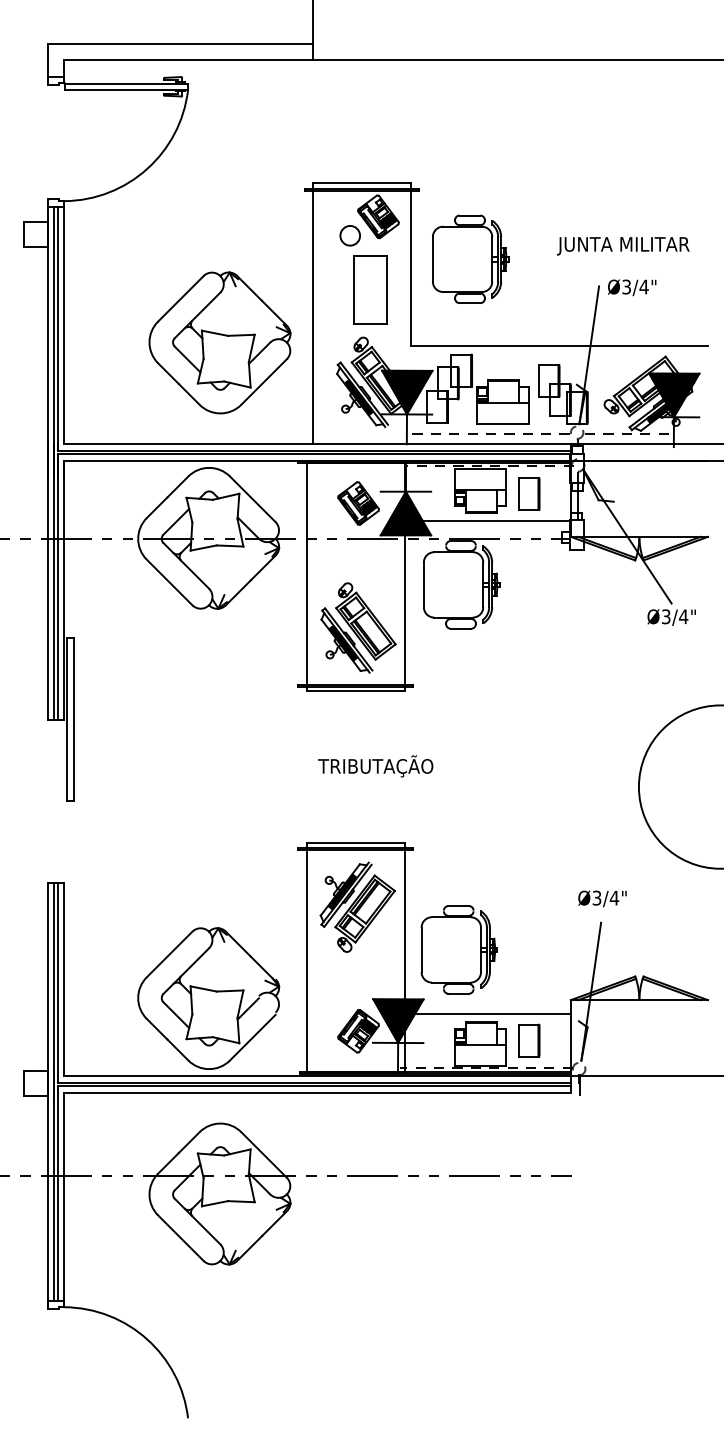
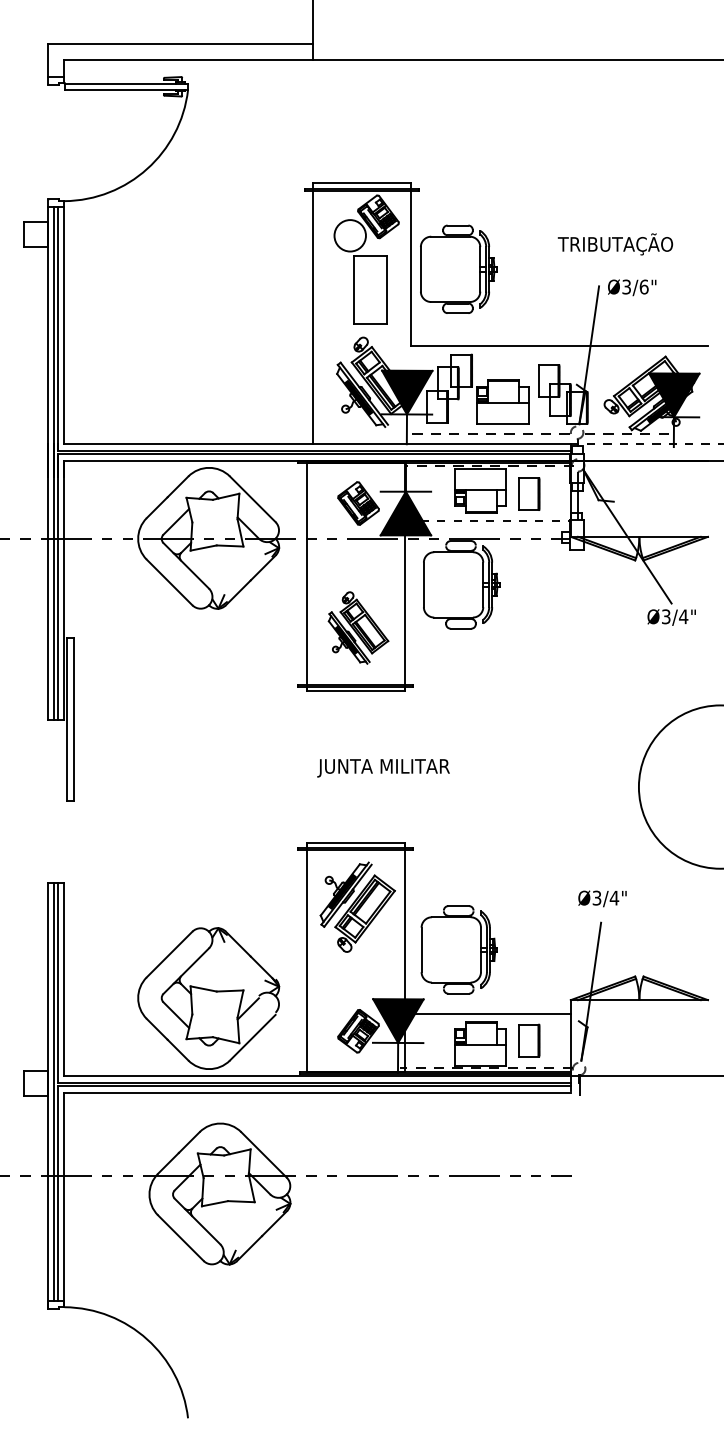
circle at (350, 235) diameter: 20 px -> 31 px
text at (623, 244): JUNTA MILITAR -> TRIBUTAÇÃO
part at (470, 258) position: (470, 258) -> (458, 268)
text at (643, 286): Ø3/4" -> Ø3/6"
part at (219, 342): present -> none
line at (647, 444): solid -> dashed
line at (488, 521): solid -> dashed
part at (358, 627) size: 77x92 px -> 63x74 px
text at (383, 766): TRIBUTAÇÃO -> JUNTA MILITAR
